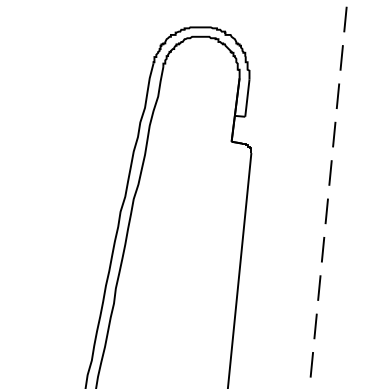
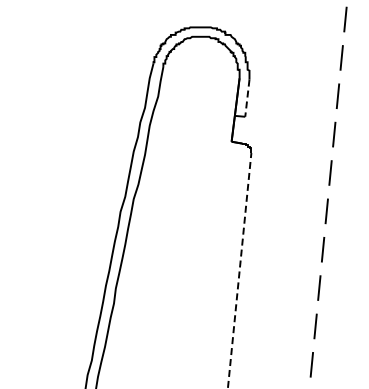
line at (247, 98): solid -> dashed
line at (239, 270): solid -> dashed
